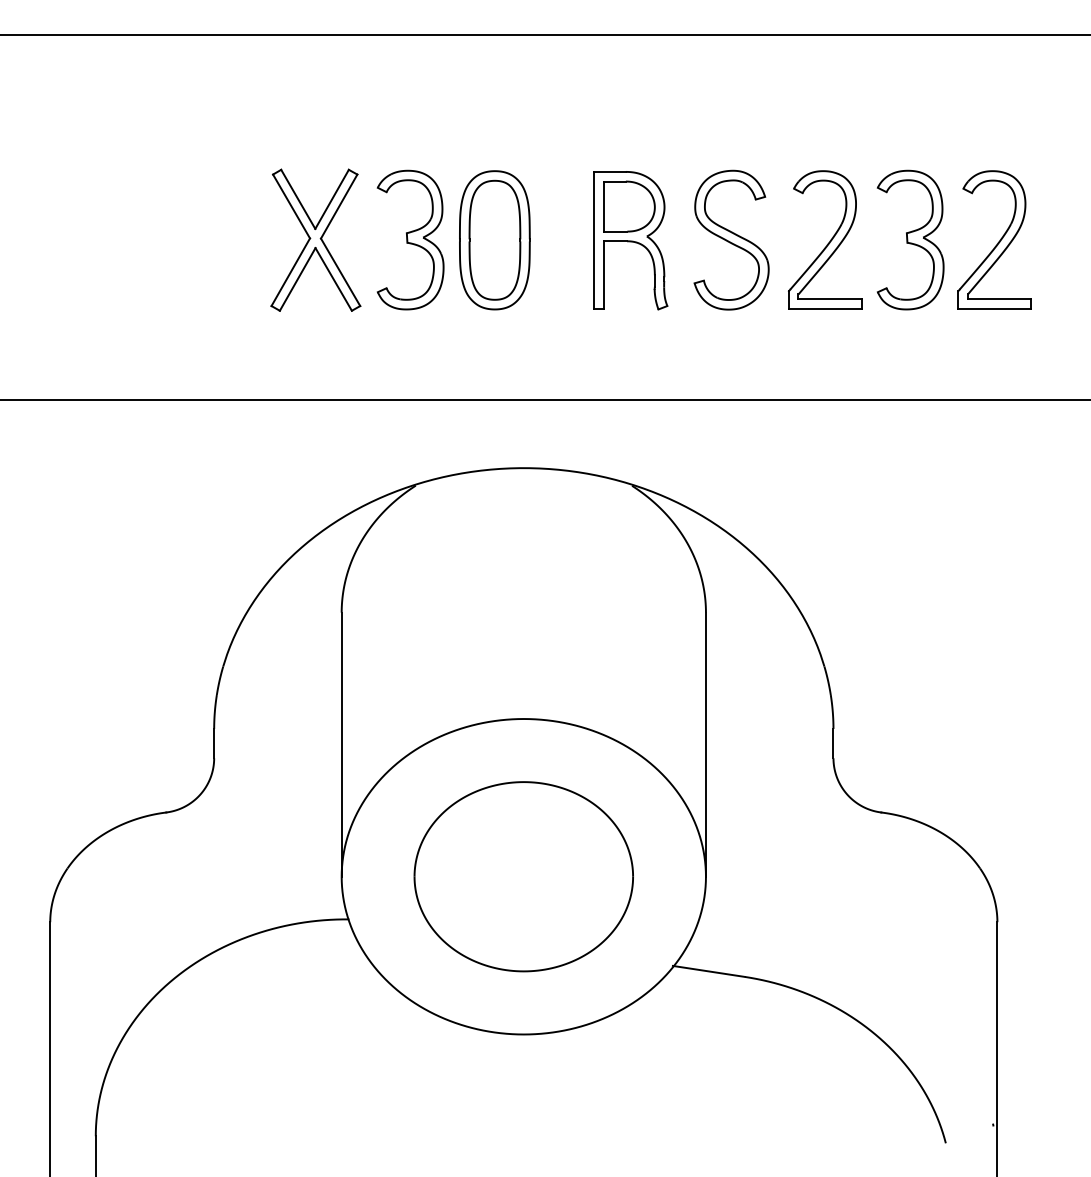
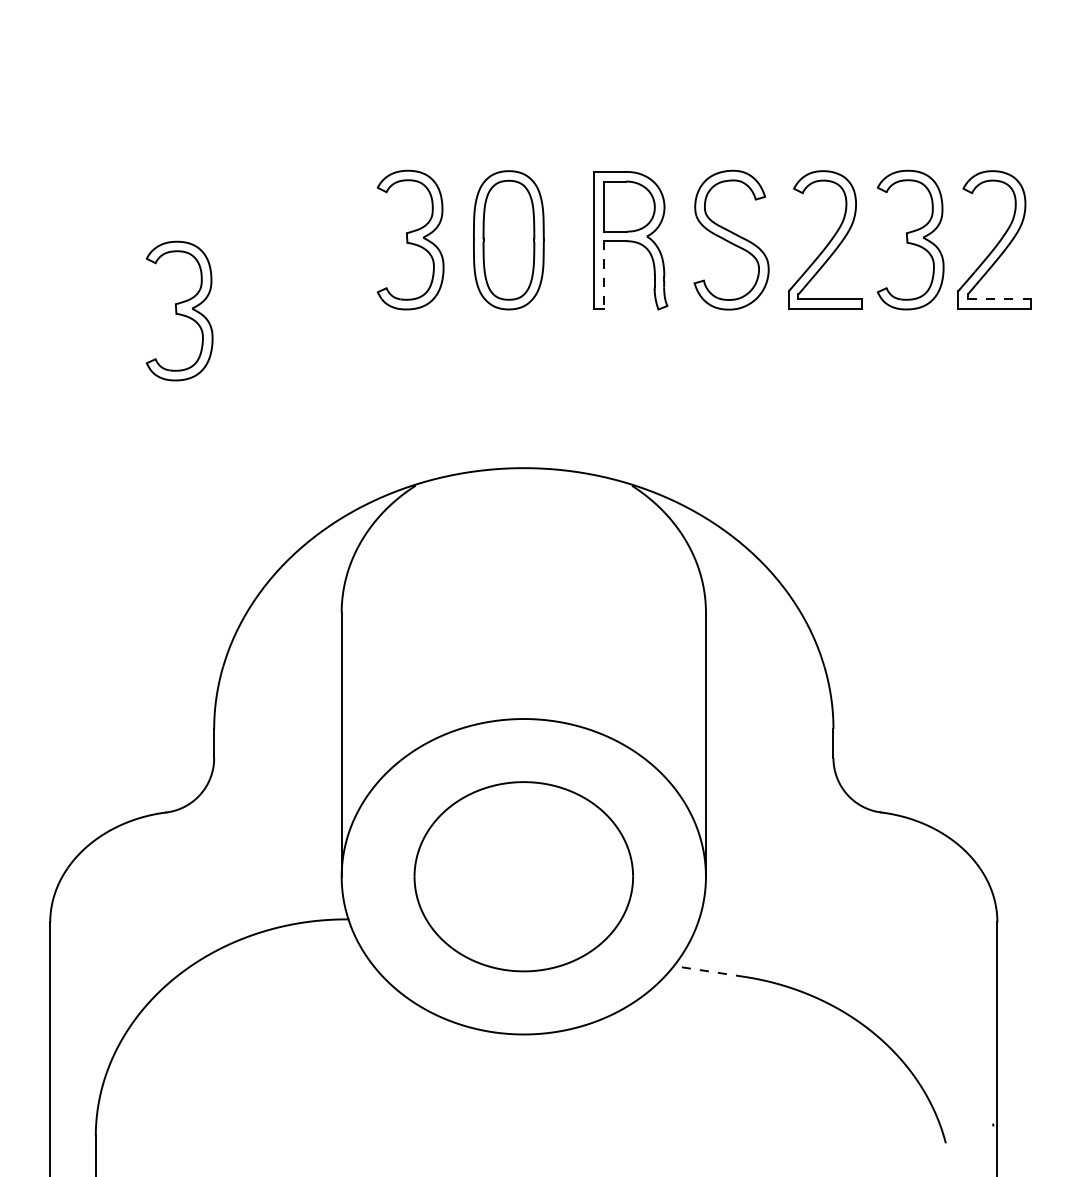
line at (544, 35): present -> none
part at (315, 239): present -> none
part at (494, 240) position: (494, 240) -> (508, 240)
line at (604, 274): solid -> dashed
line at (999, 299): solid -> dashed
part at (179, 310): none -> present
line at (544, 399): present -> none
line at (708, 971): solid -> dashed
